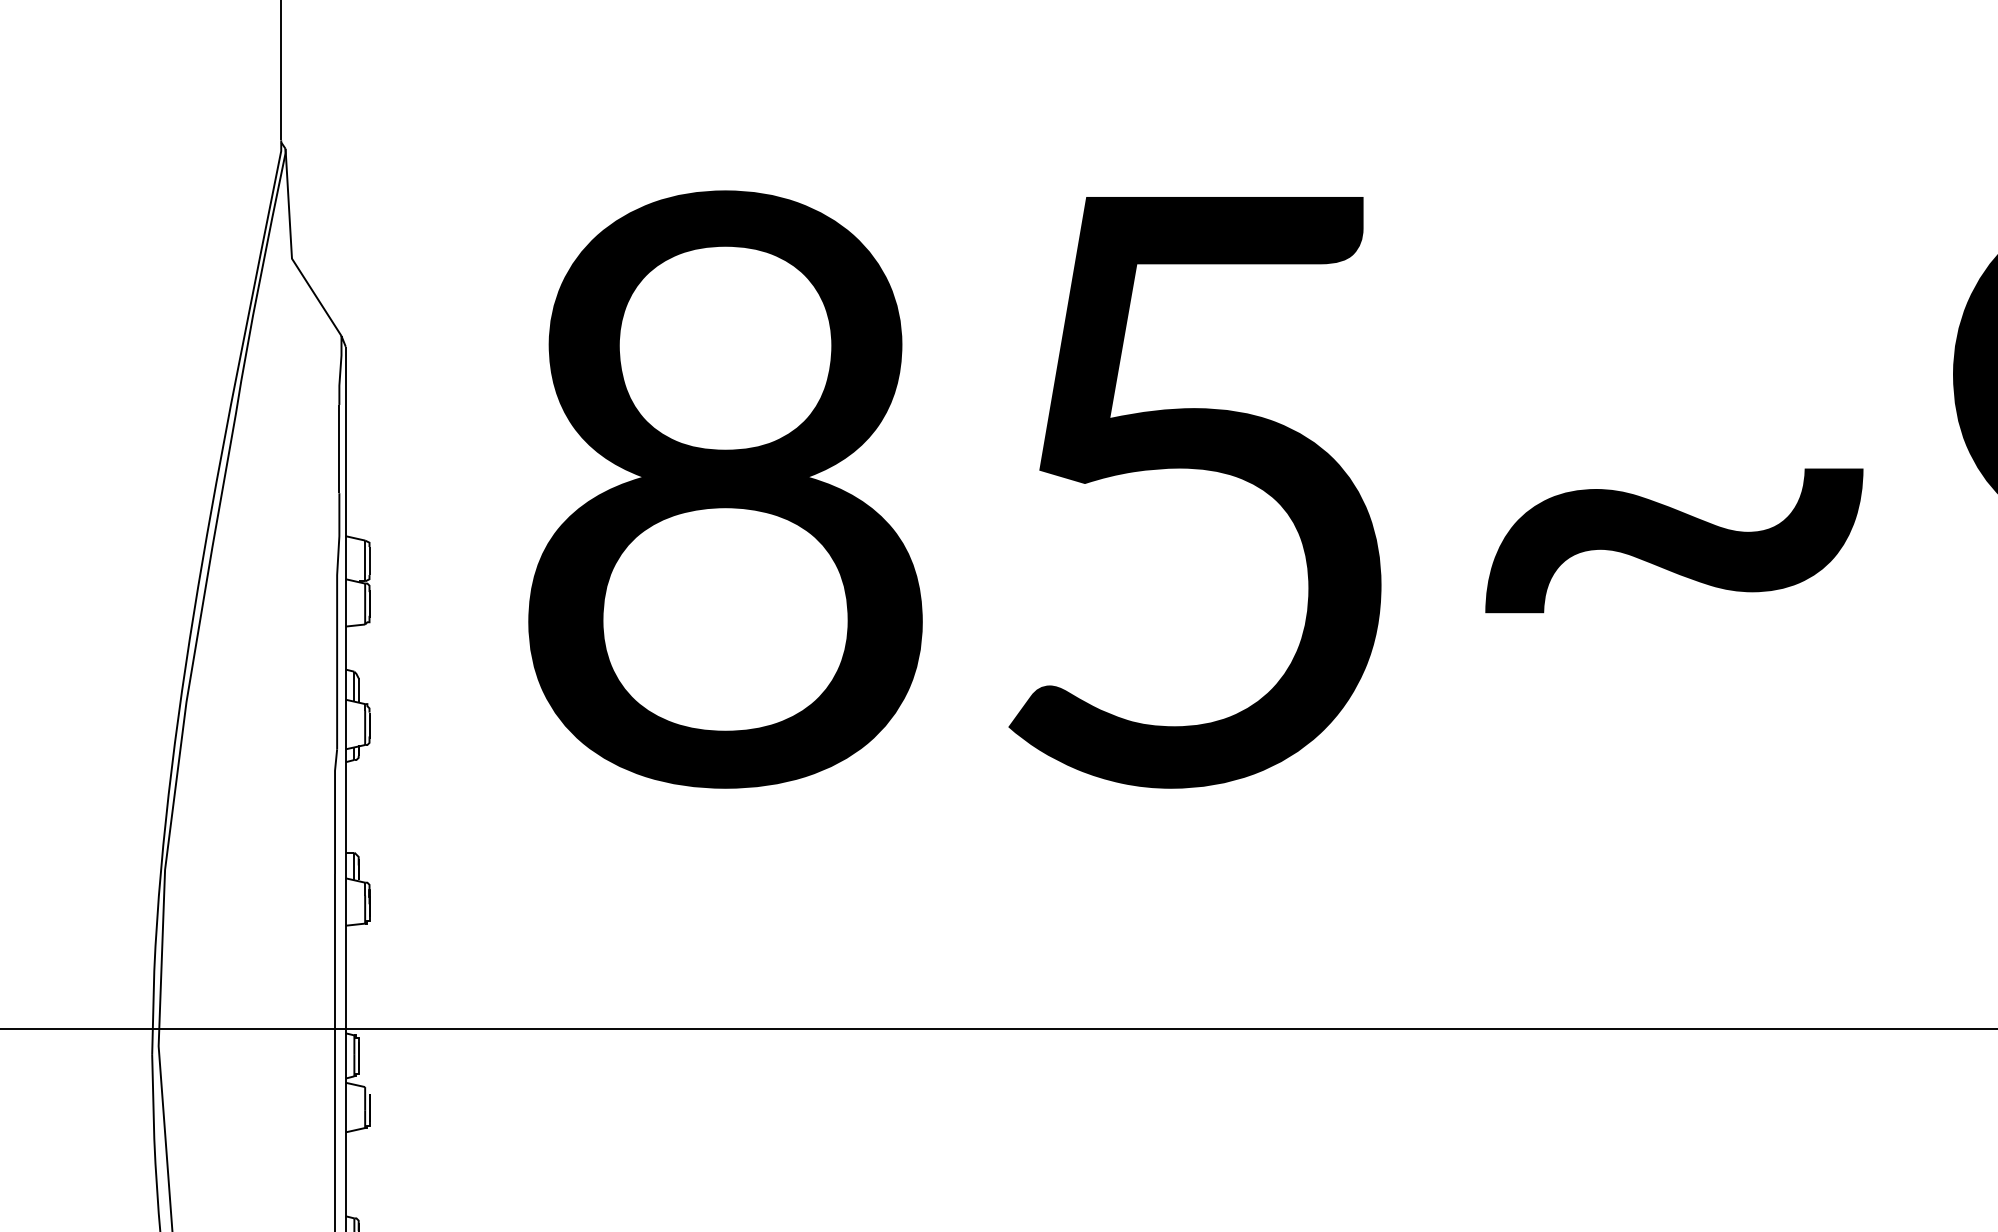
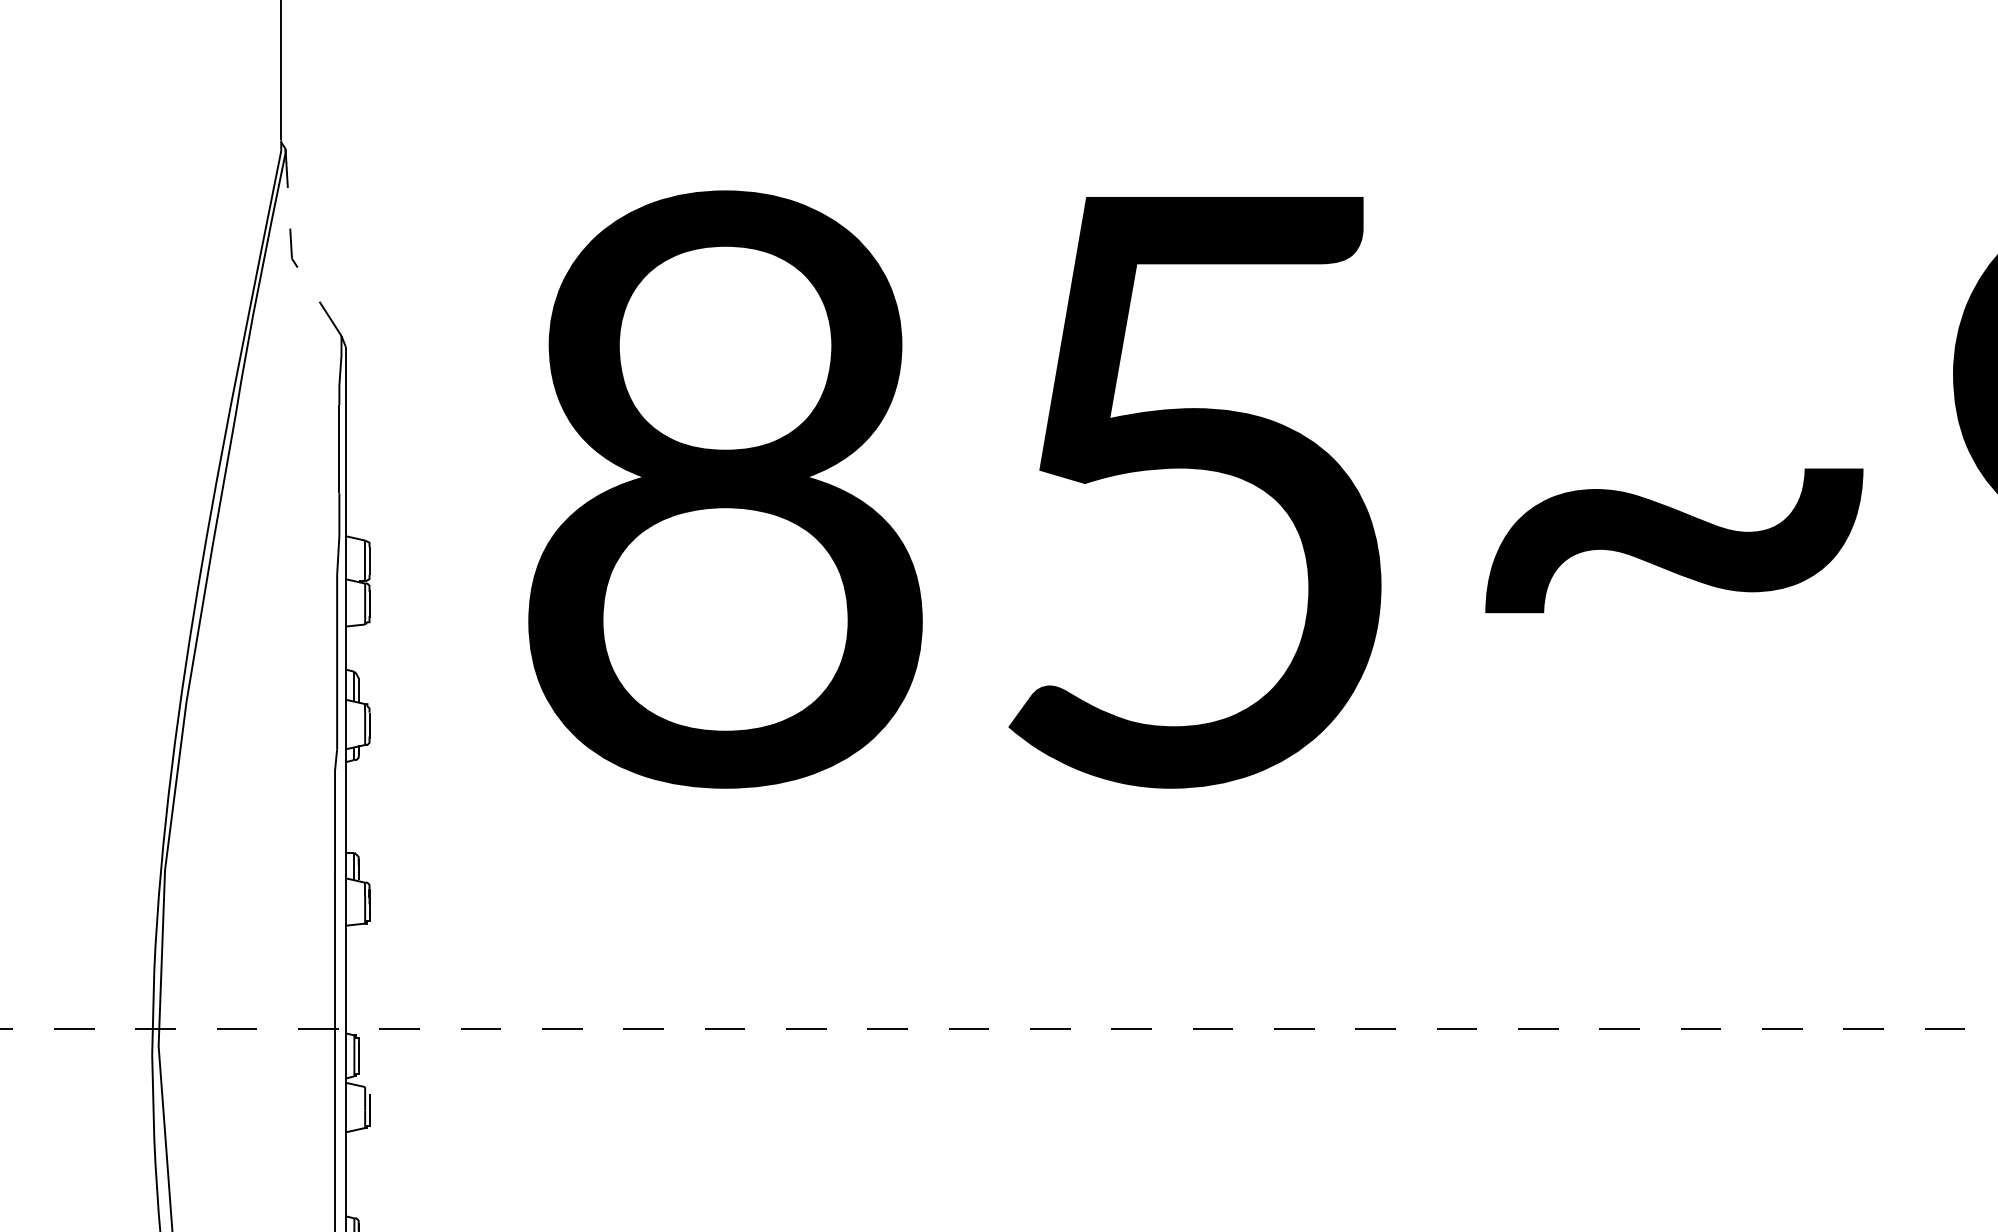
line at (291, 249): solid -> dashed
line at (999, 1028): solid -> dashed
